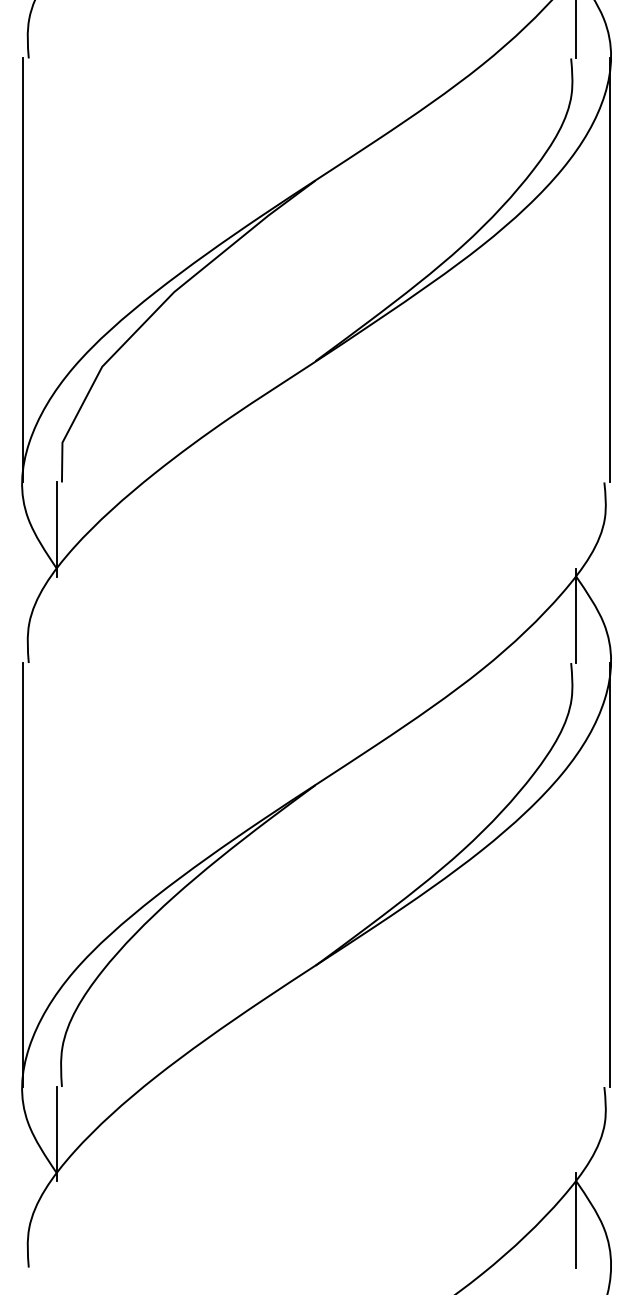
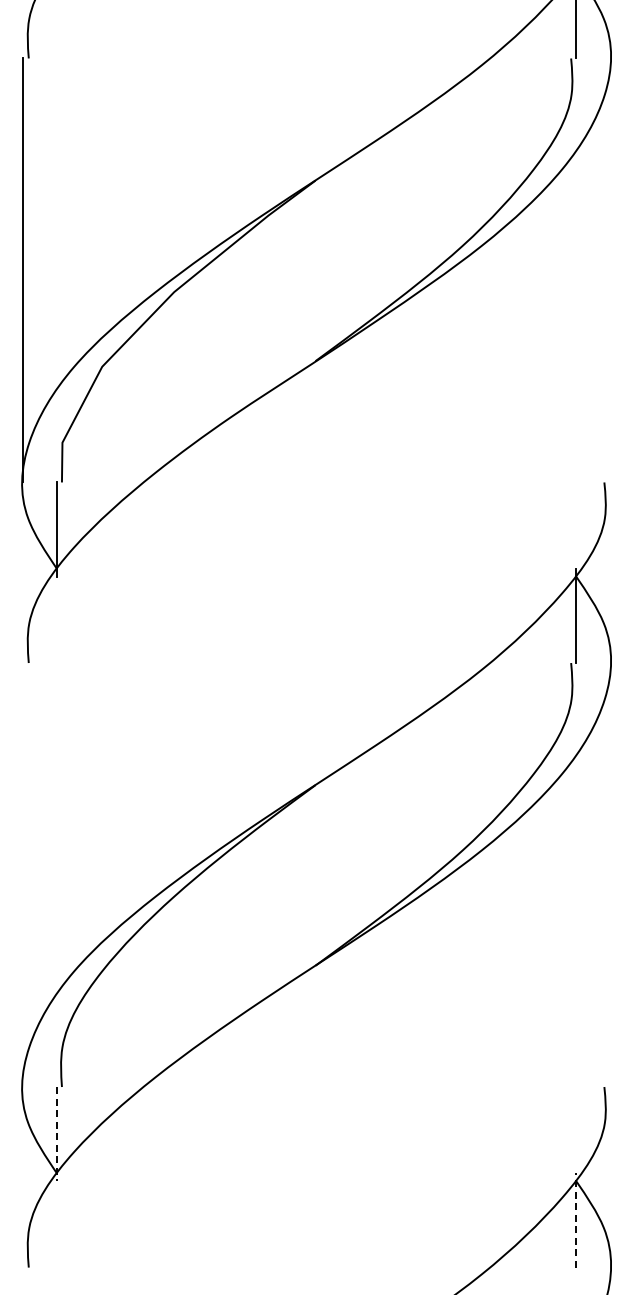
line at (610, 270): present -> none
line at (23, 875): present -> none
line at (610, 875): present -> none
line at (57, 1134): solid -> dashed
line at (576, 1220): solid -> dashed
